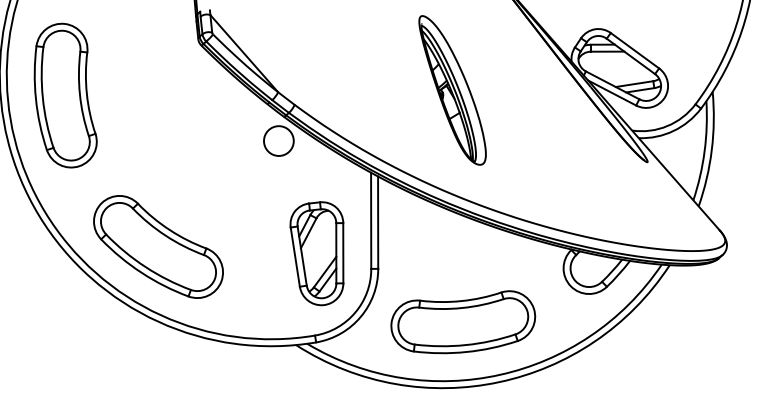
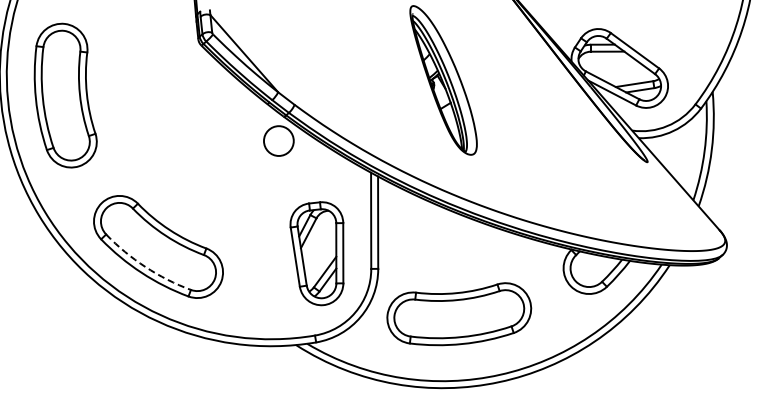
part at (452, 90) position: (452, 90) -> (443, 80)
arc at (145, 266): solid -> dashed
part at (463, 322) position: (463, 322) -> (459, 314)
